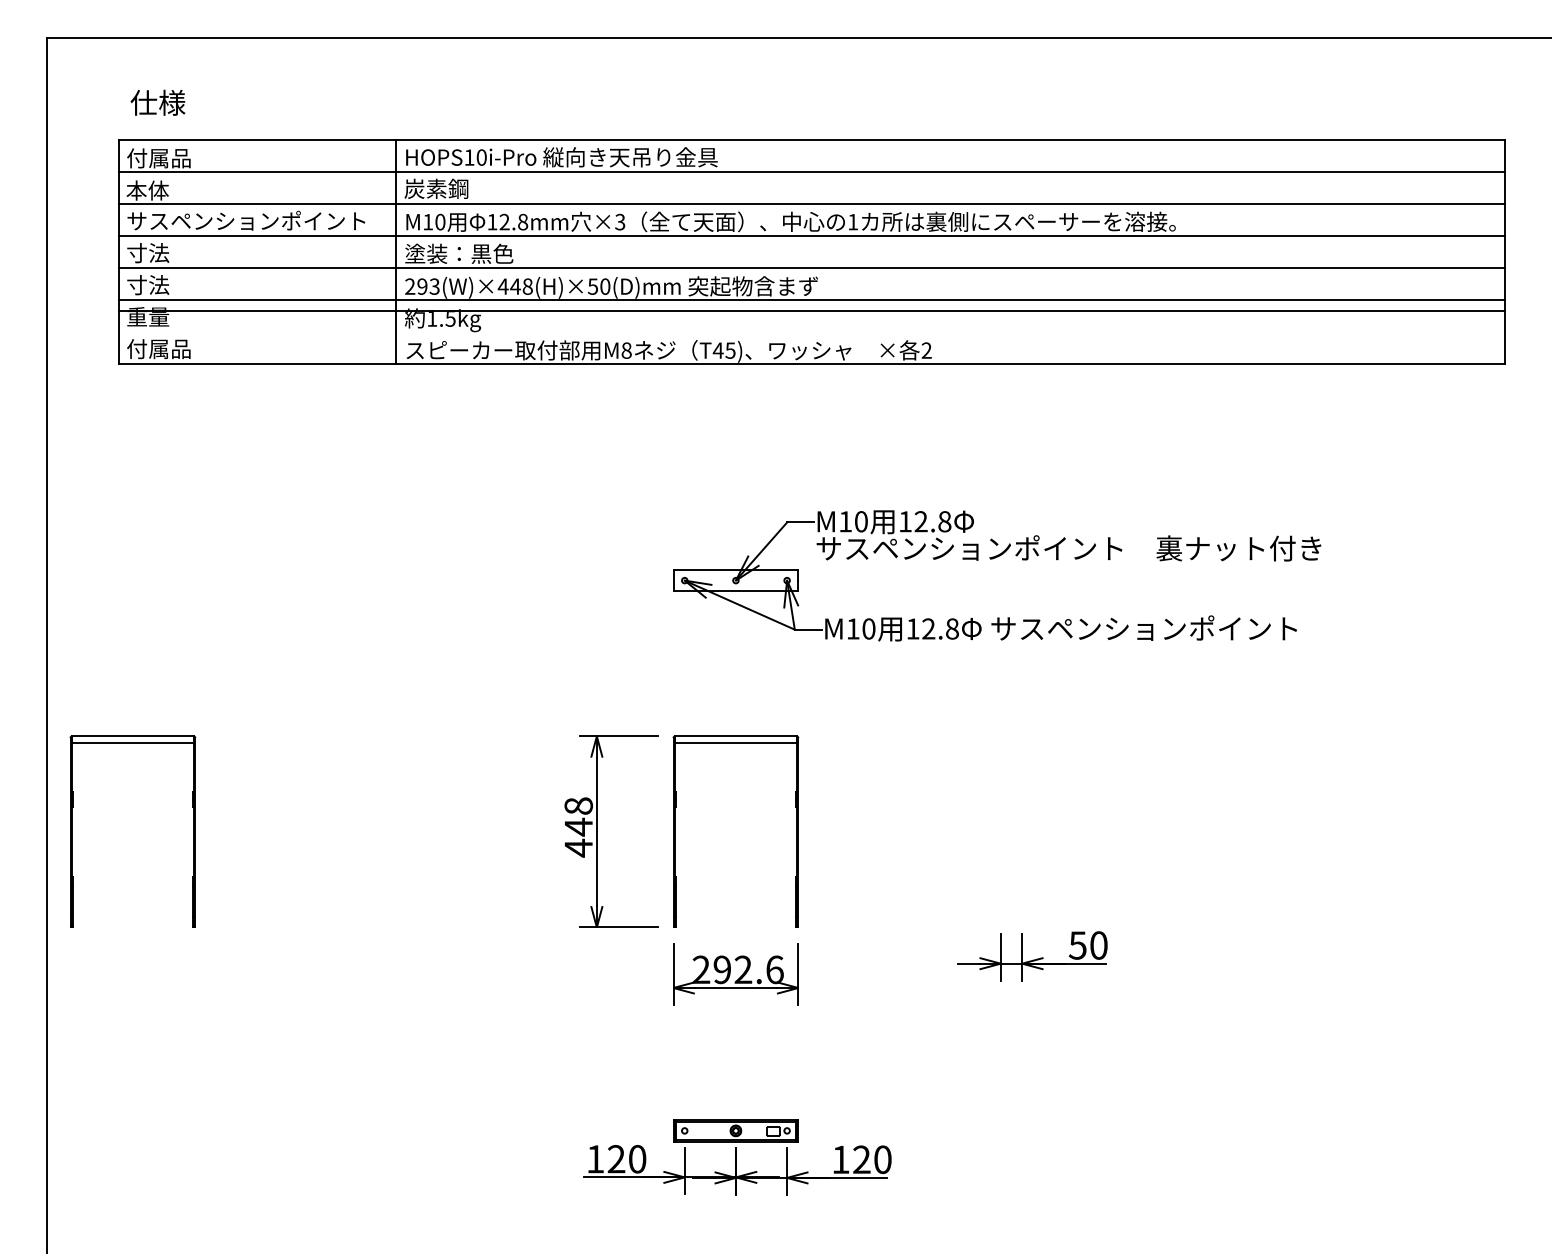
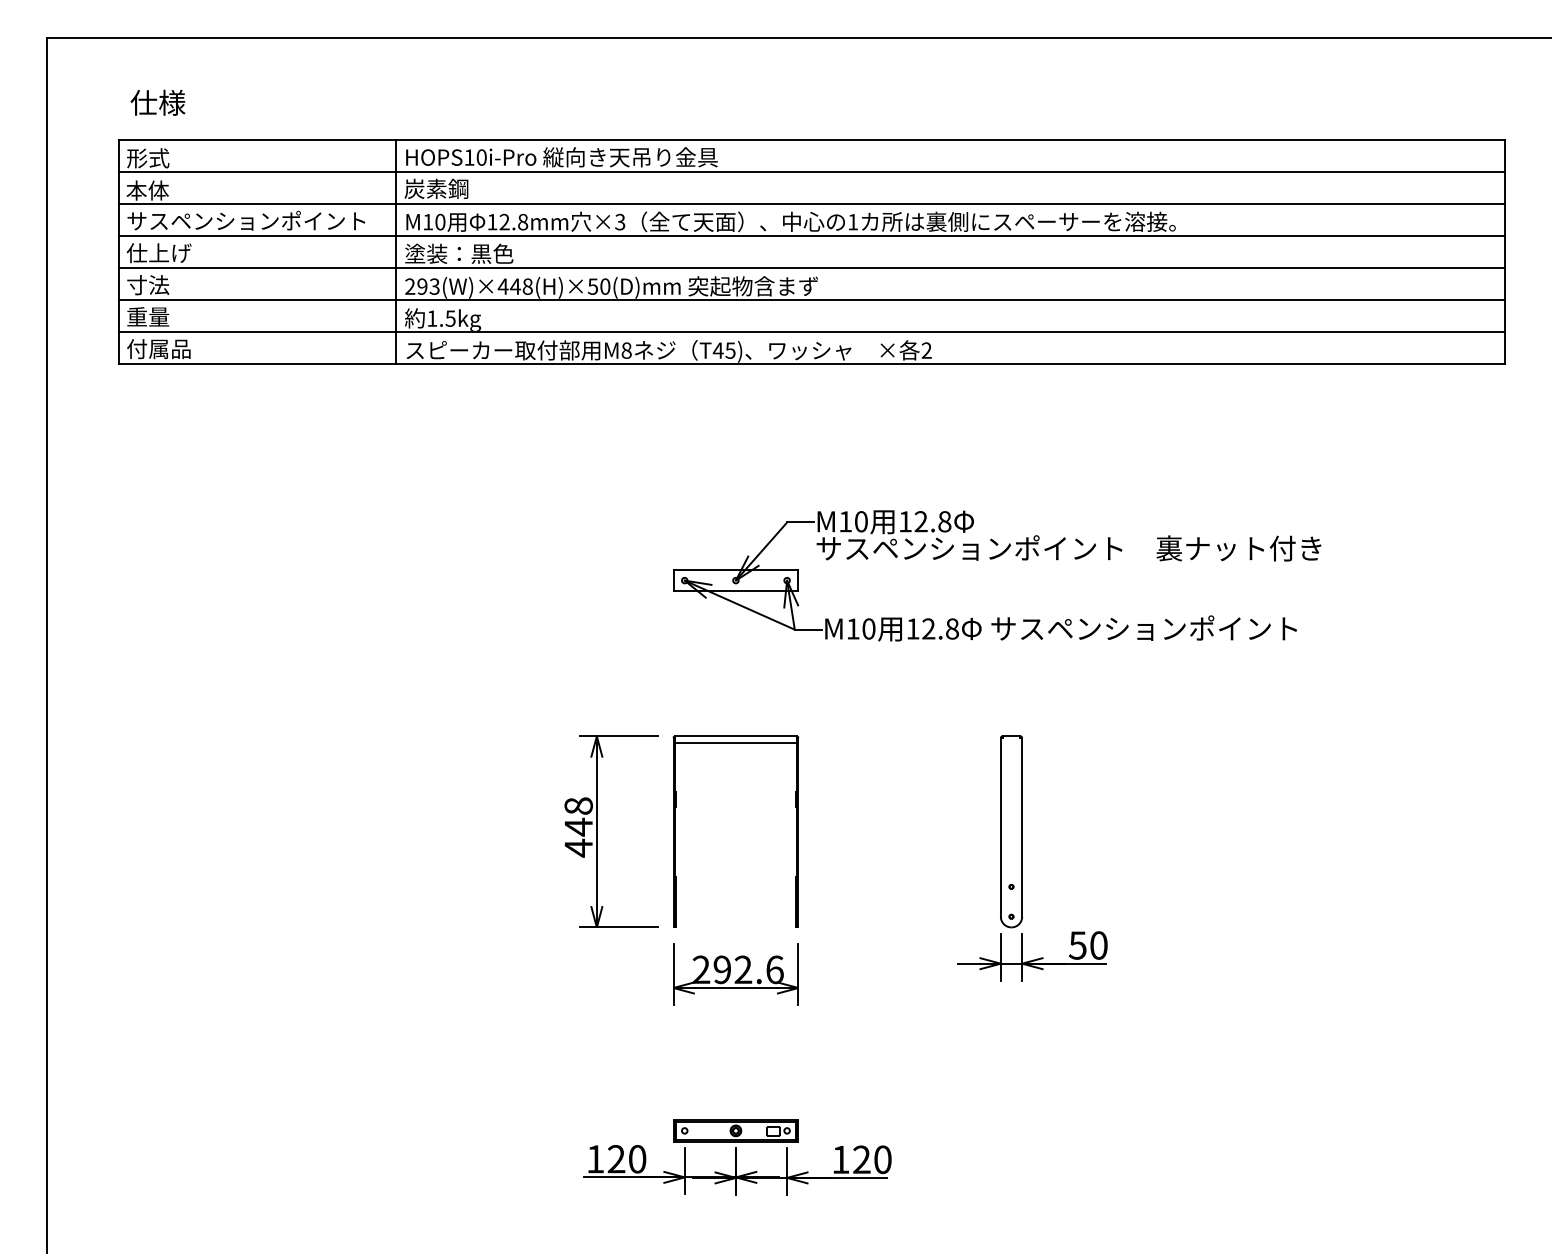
text at (158, 158): 付属品 -> 形式
text at (158, 253): 寸法 -> 仕上げ
line at (812, 311) position: (812, 311) -> (812, 332)
part at (72, 831): present -> none
part at (1011, 831): none -> present
